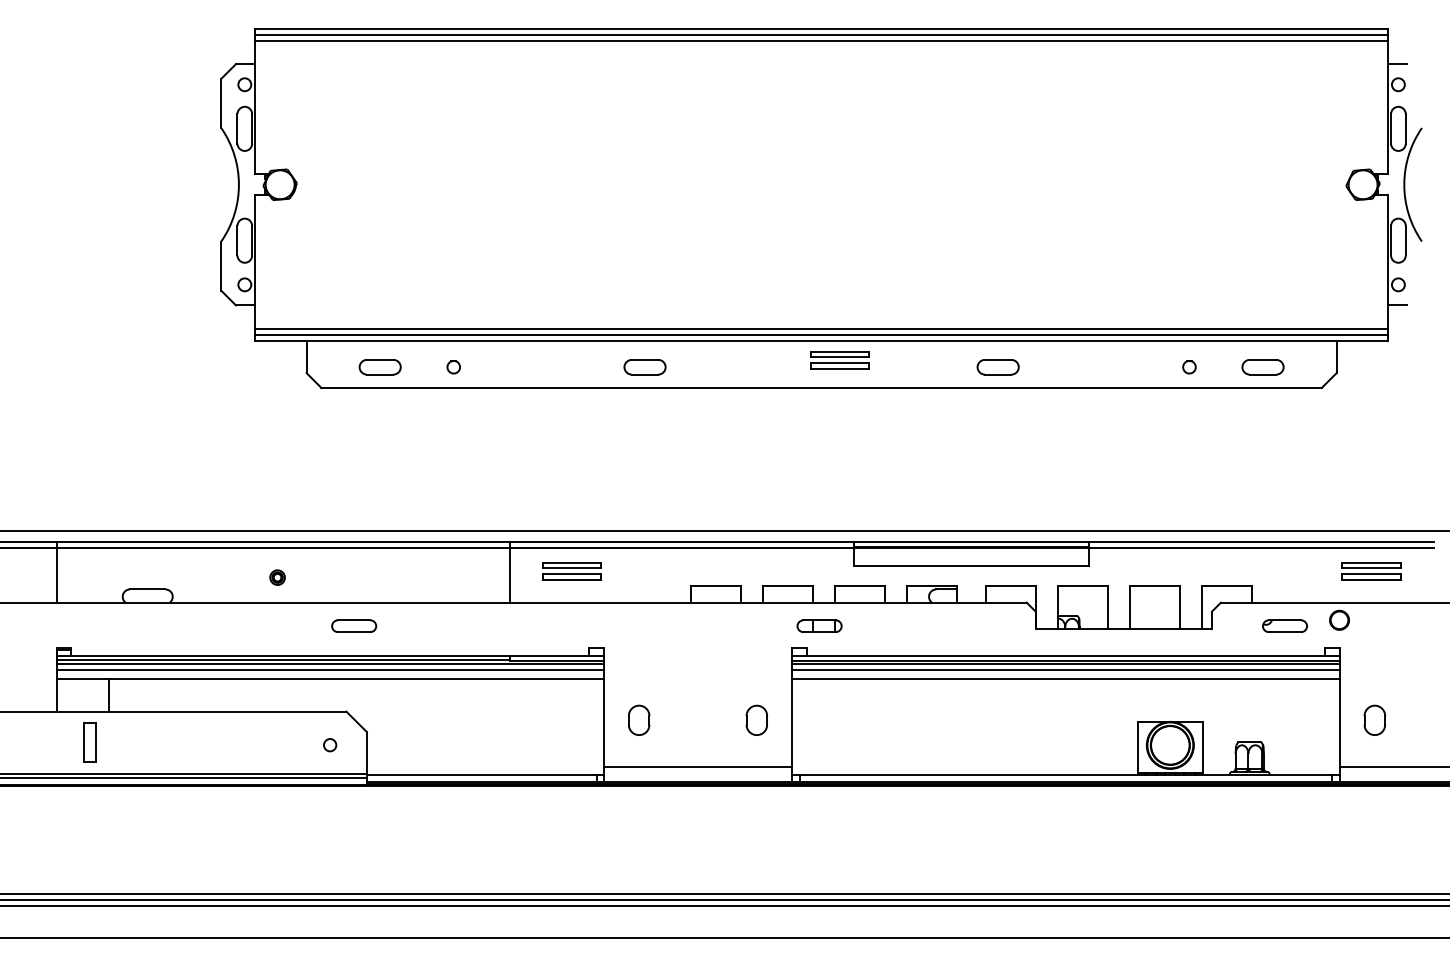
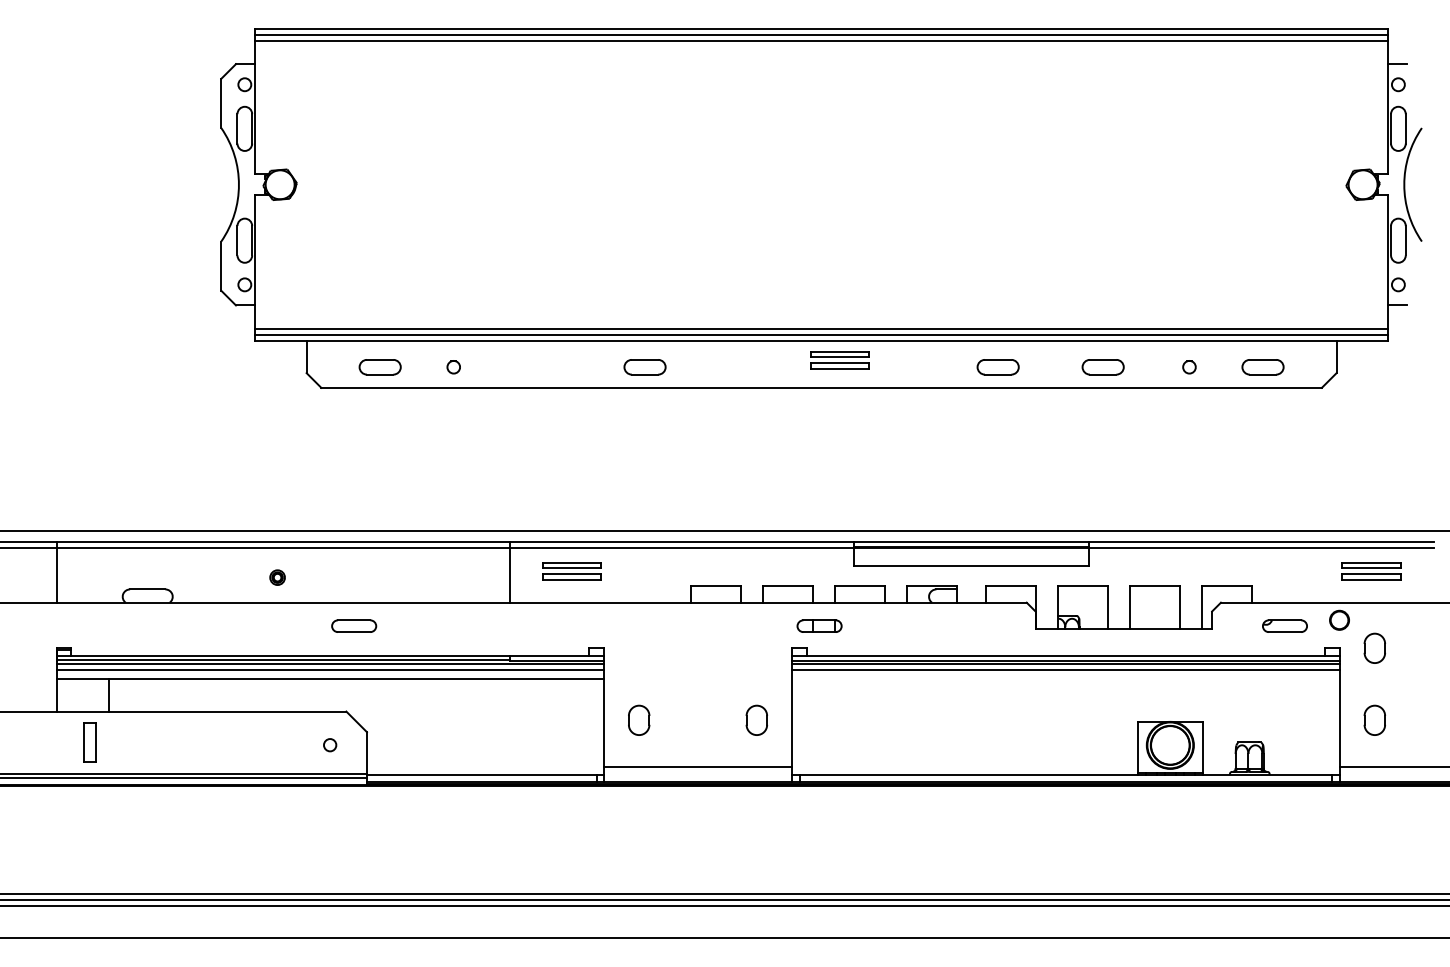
part at (1102, 367): none -> present
part at (1374, 647): none -> present
line at (1065, 679): present -> none
